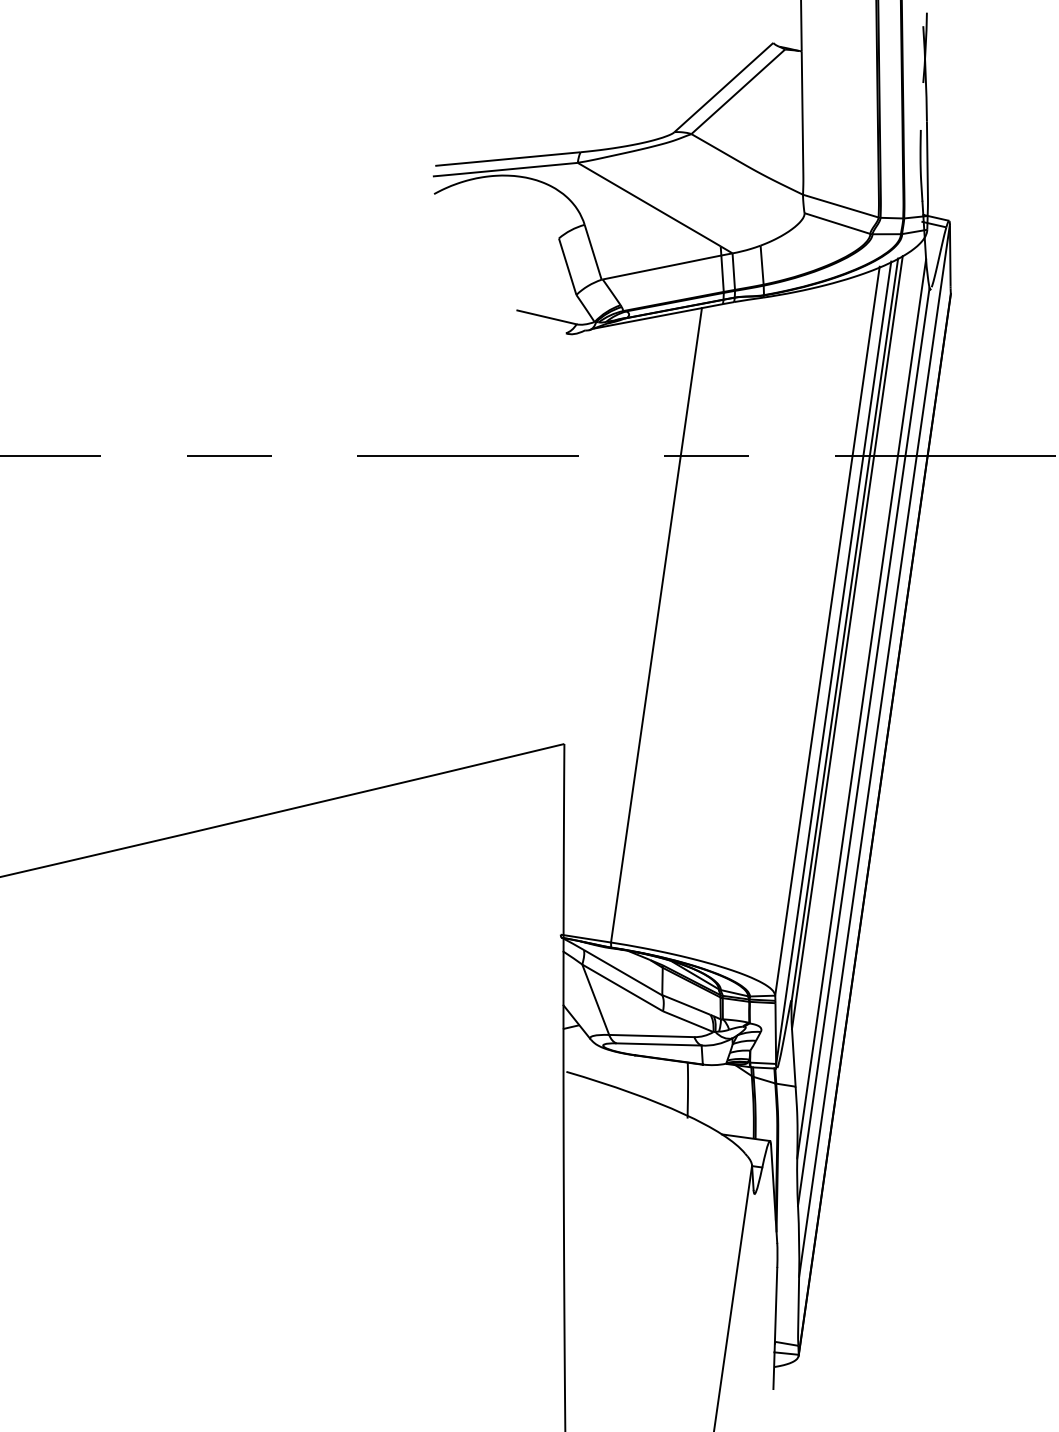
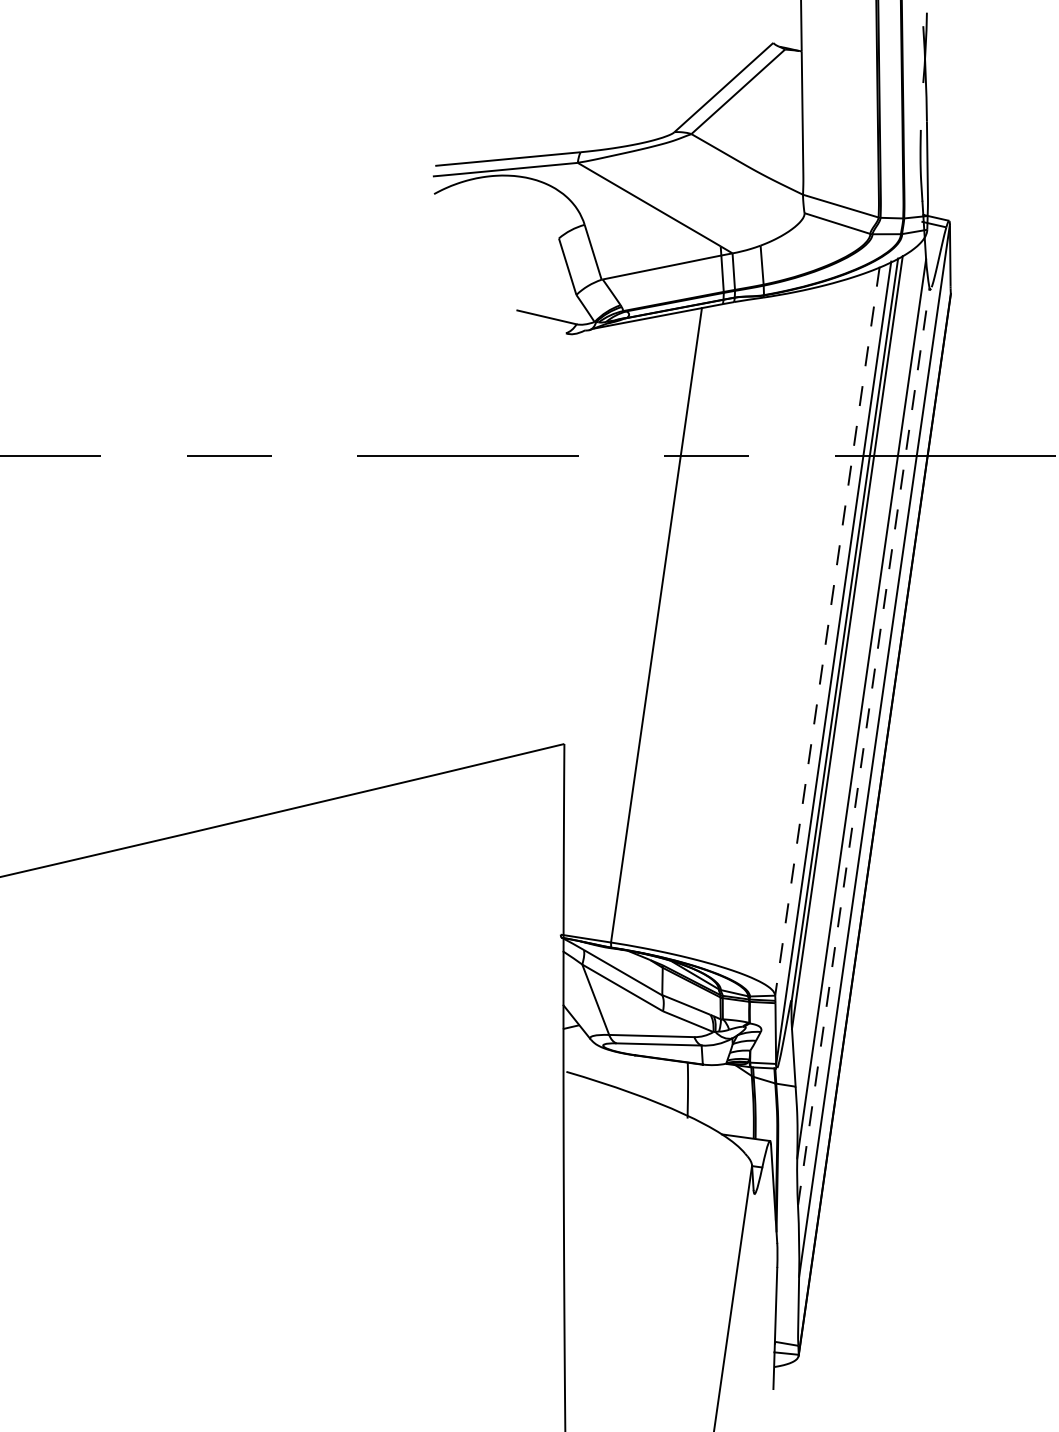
line at (827, 631): solid -> dashed
line at (863, 746): solid -> dashed
